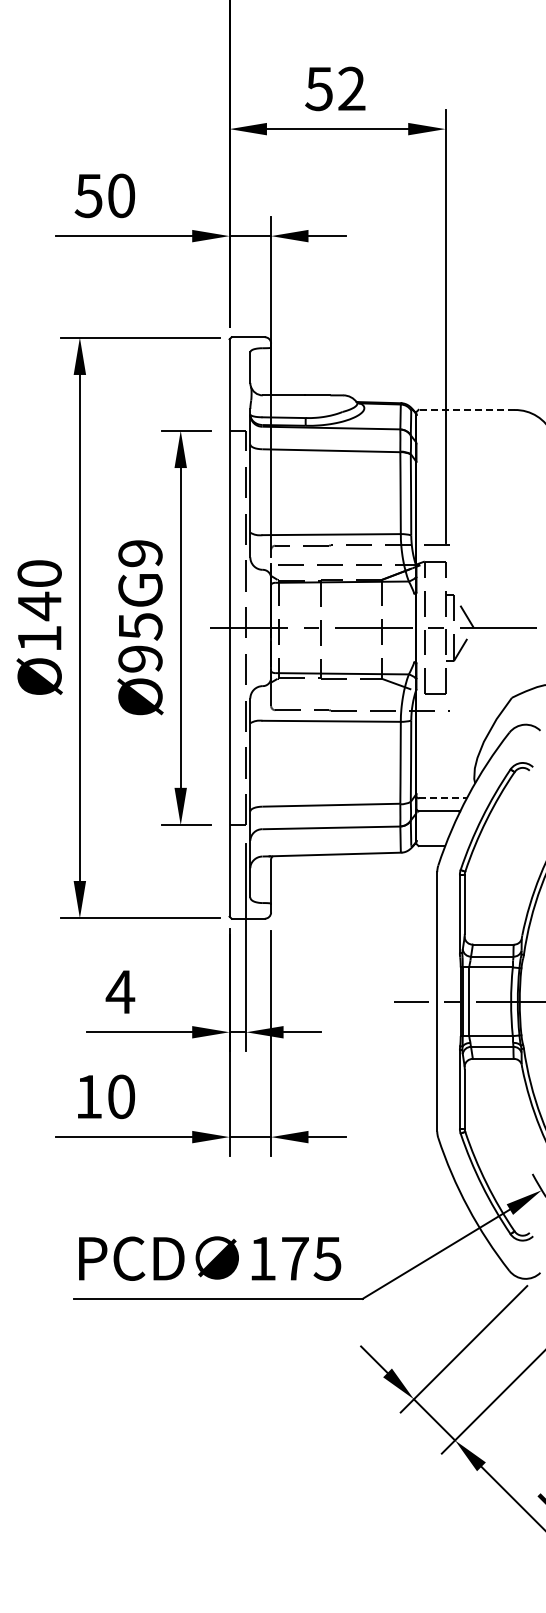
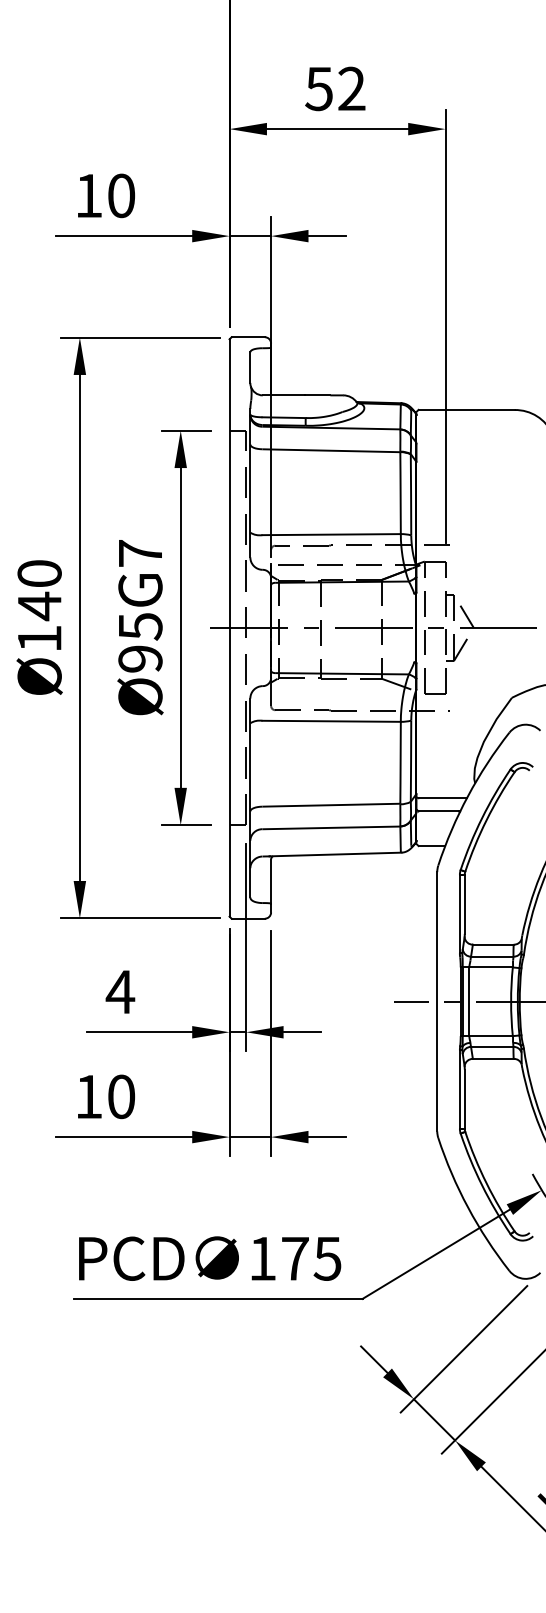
text at (88, 196): 50 -> 10
line at (466, 409): dashed -> solid
text at (140, 553): Ø95G9 -> Ø95G7
line at (443, 798): dashed -> solid
